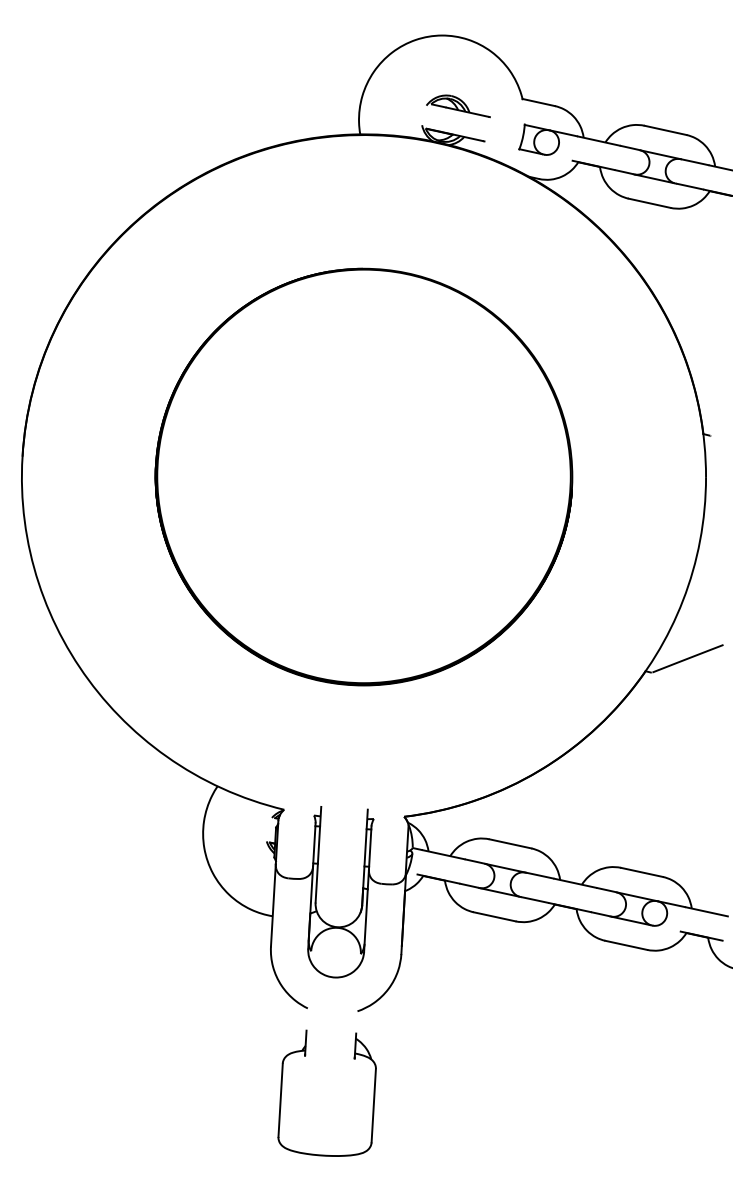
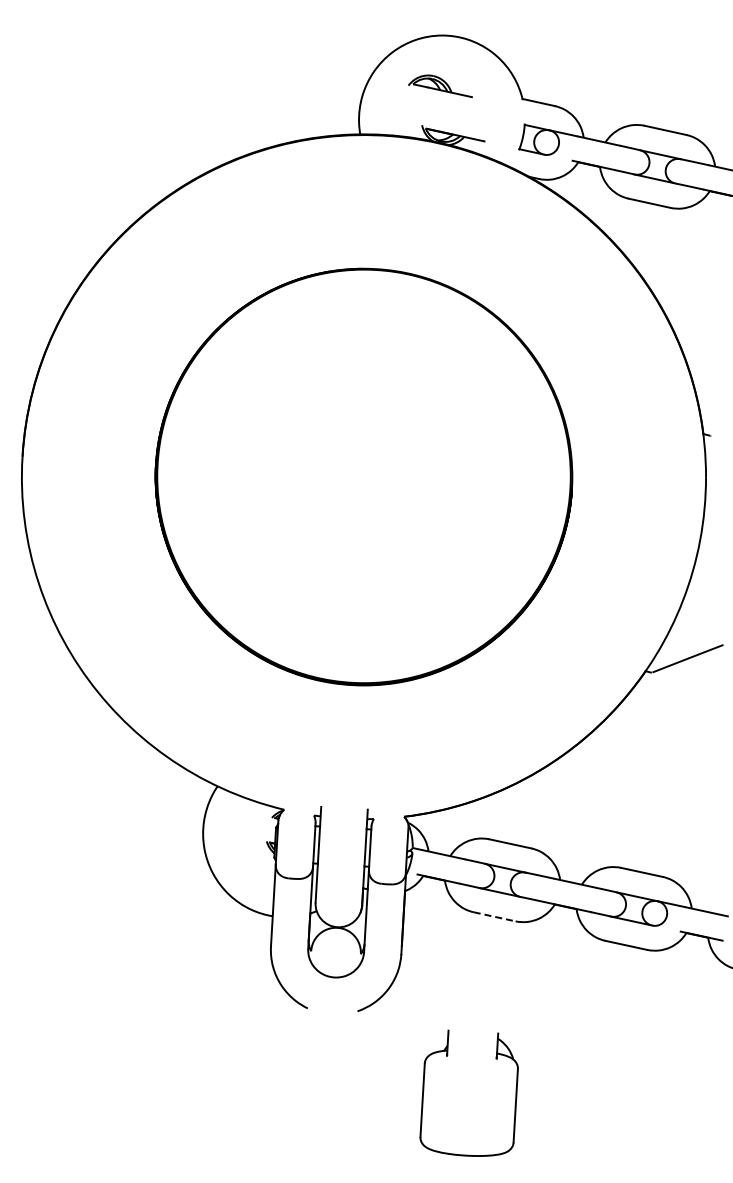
part at (458, 106) position: (458, 106) -> (440, 86)
line at (495, 916): solid -> dashed
part at (305, 1056) position: (305, 1056) -> (447, 1056)
